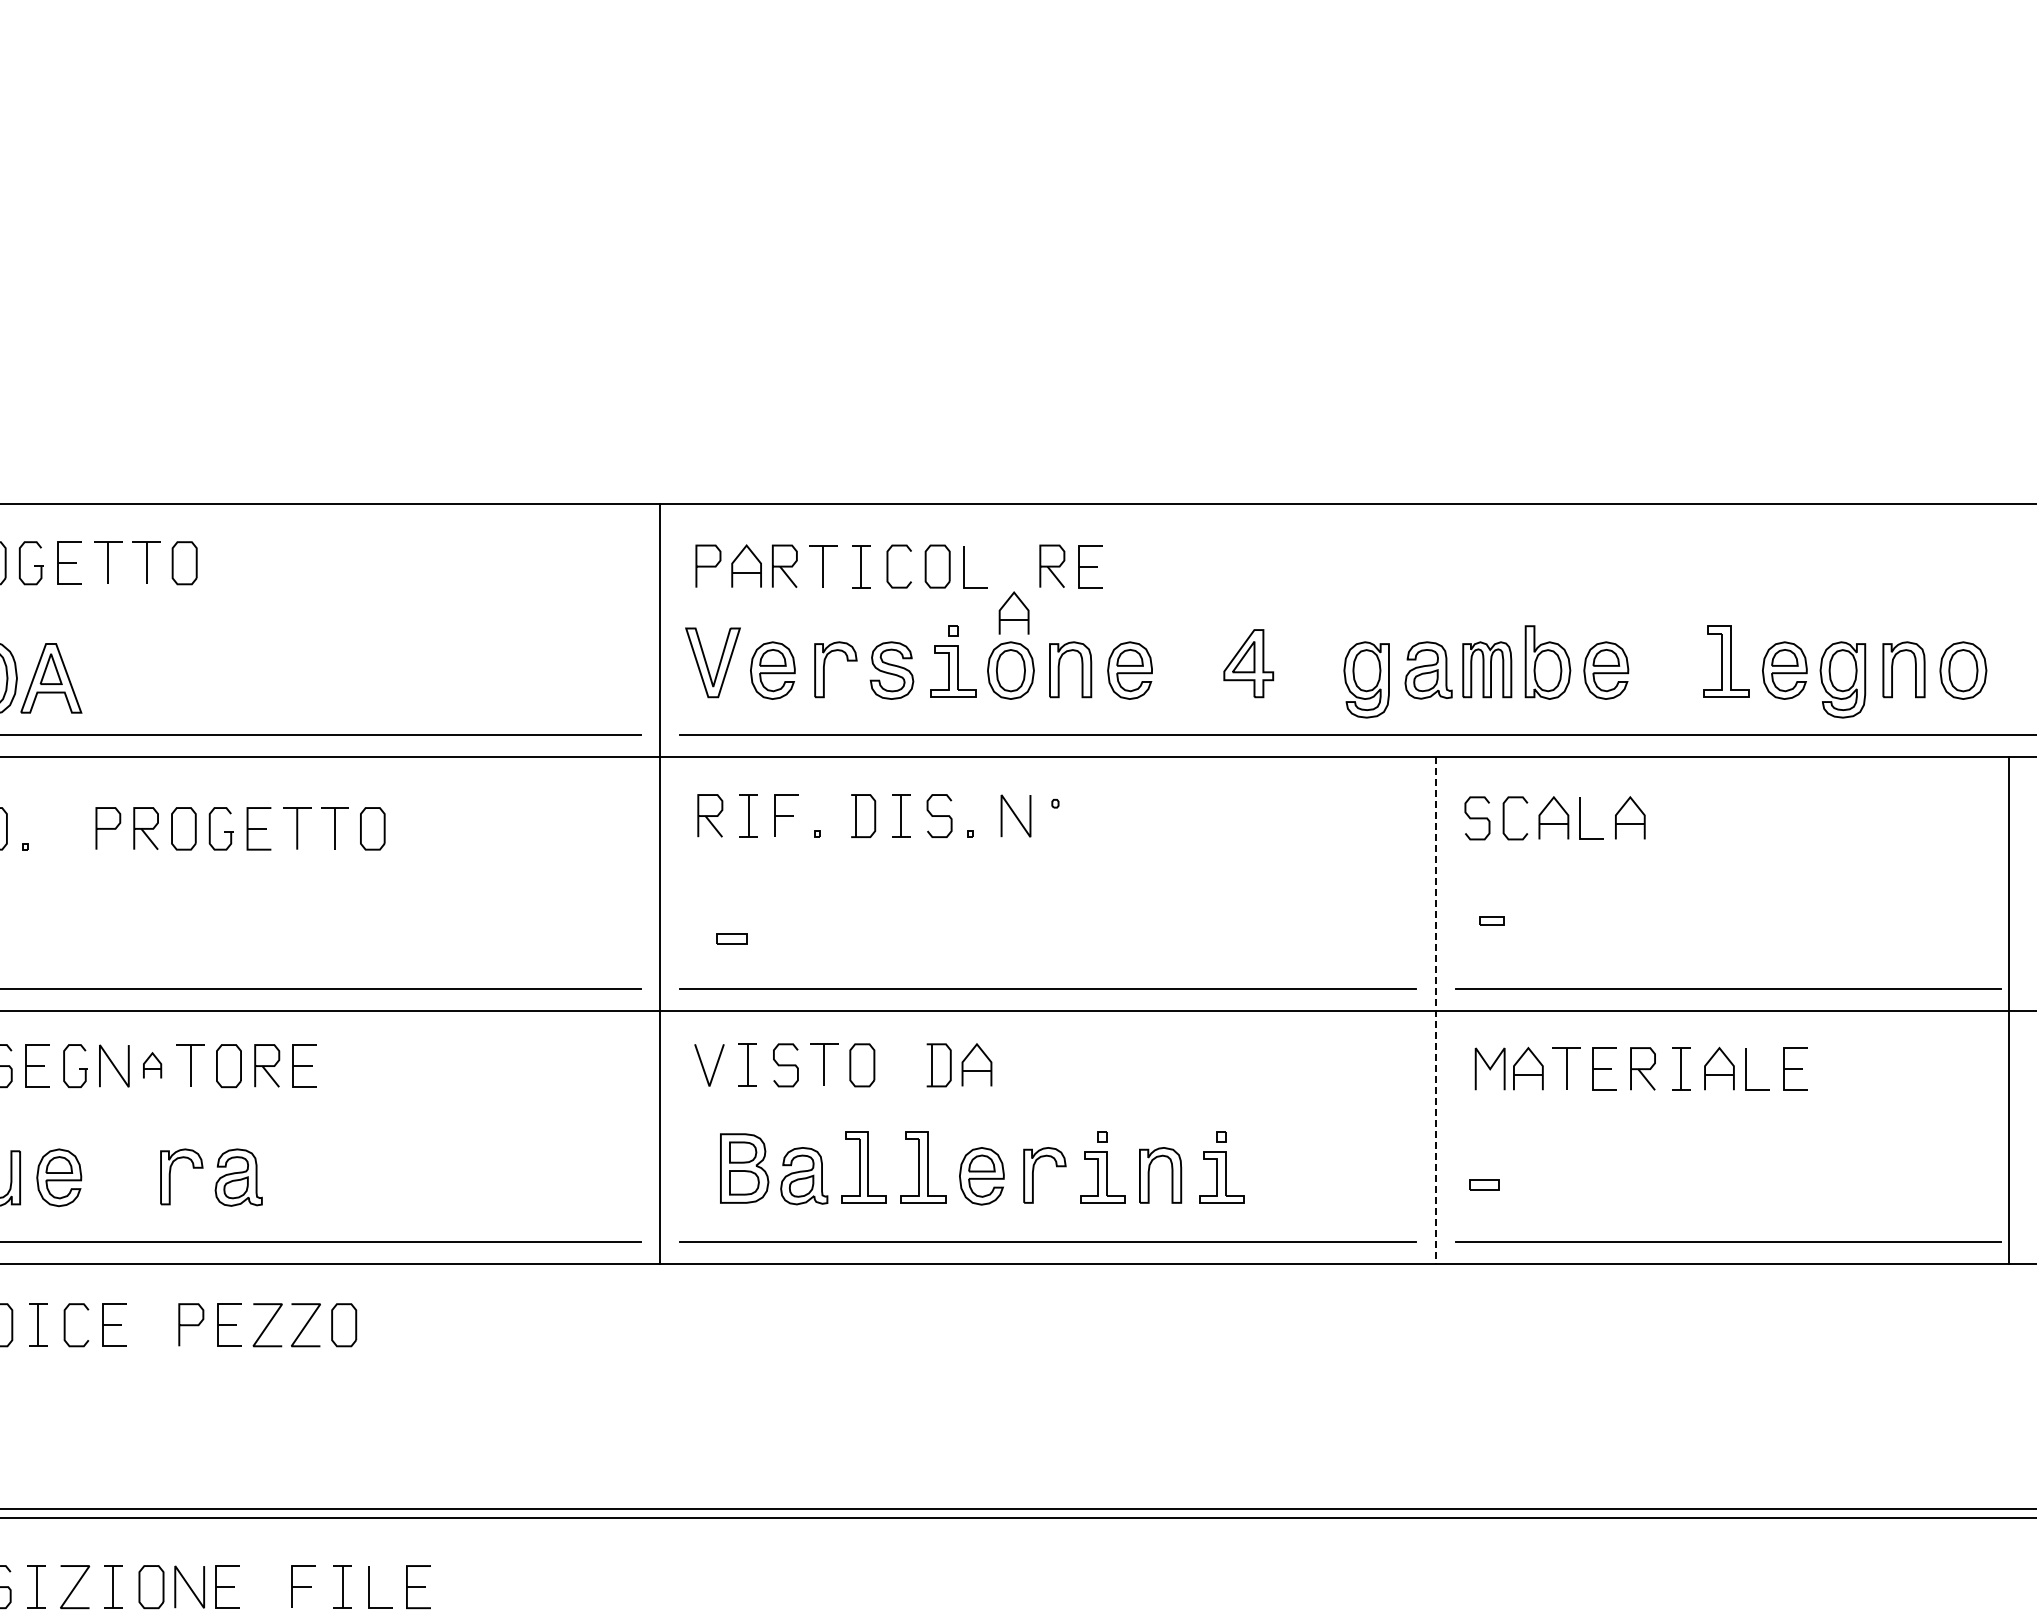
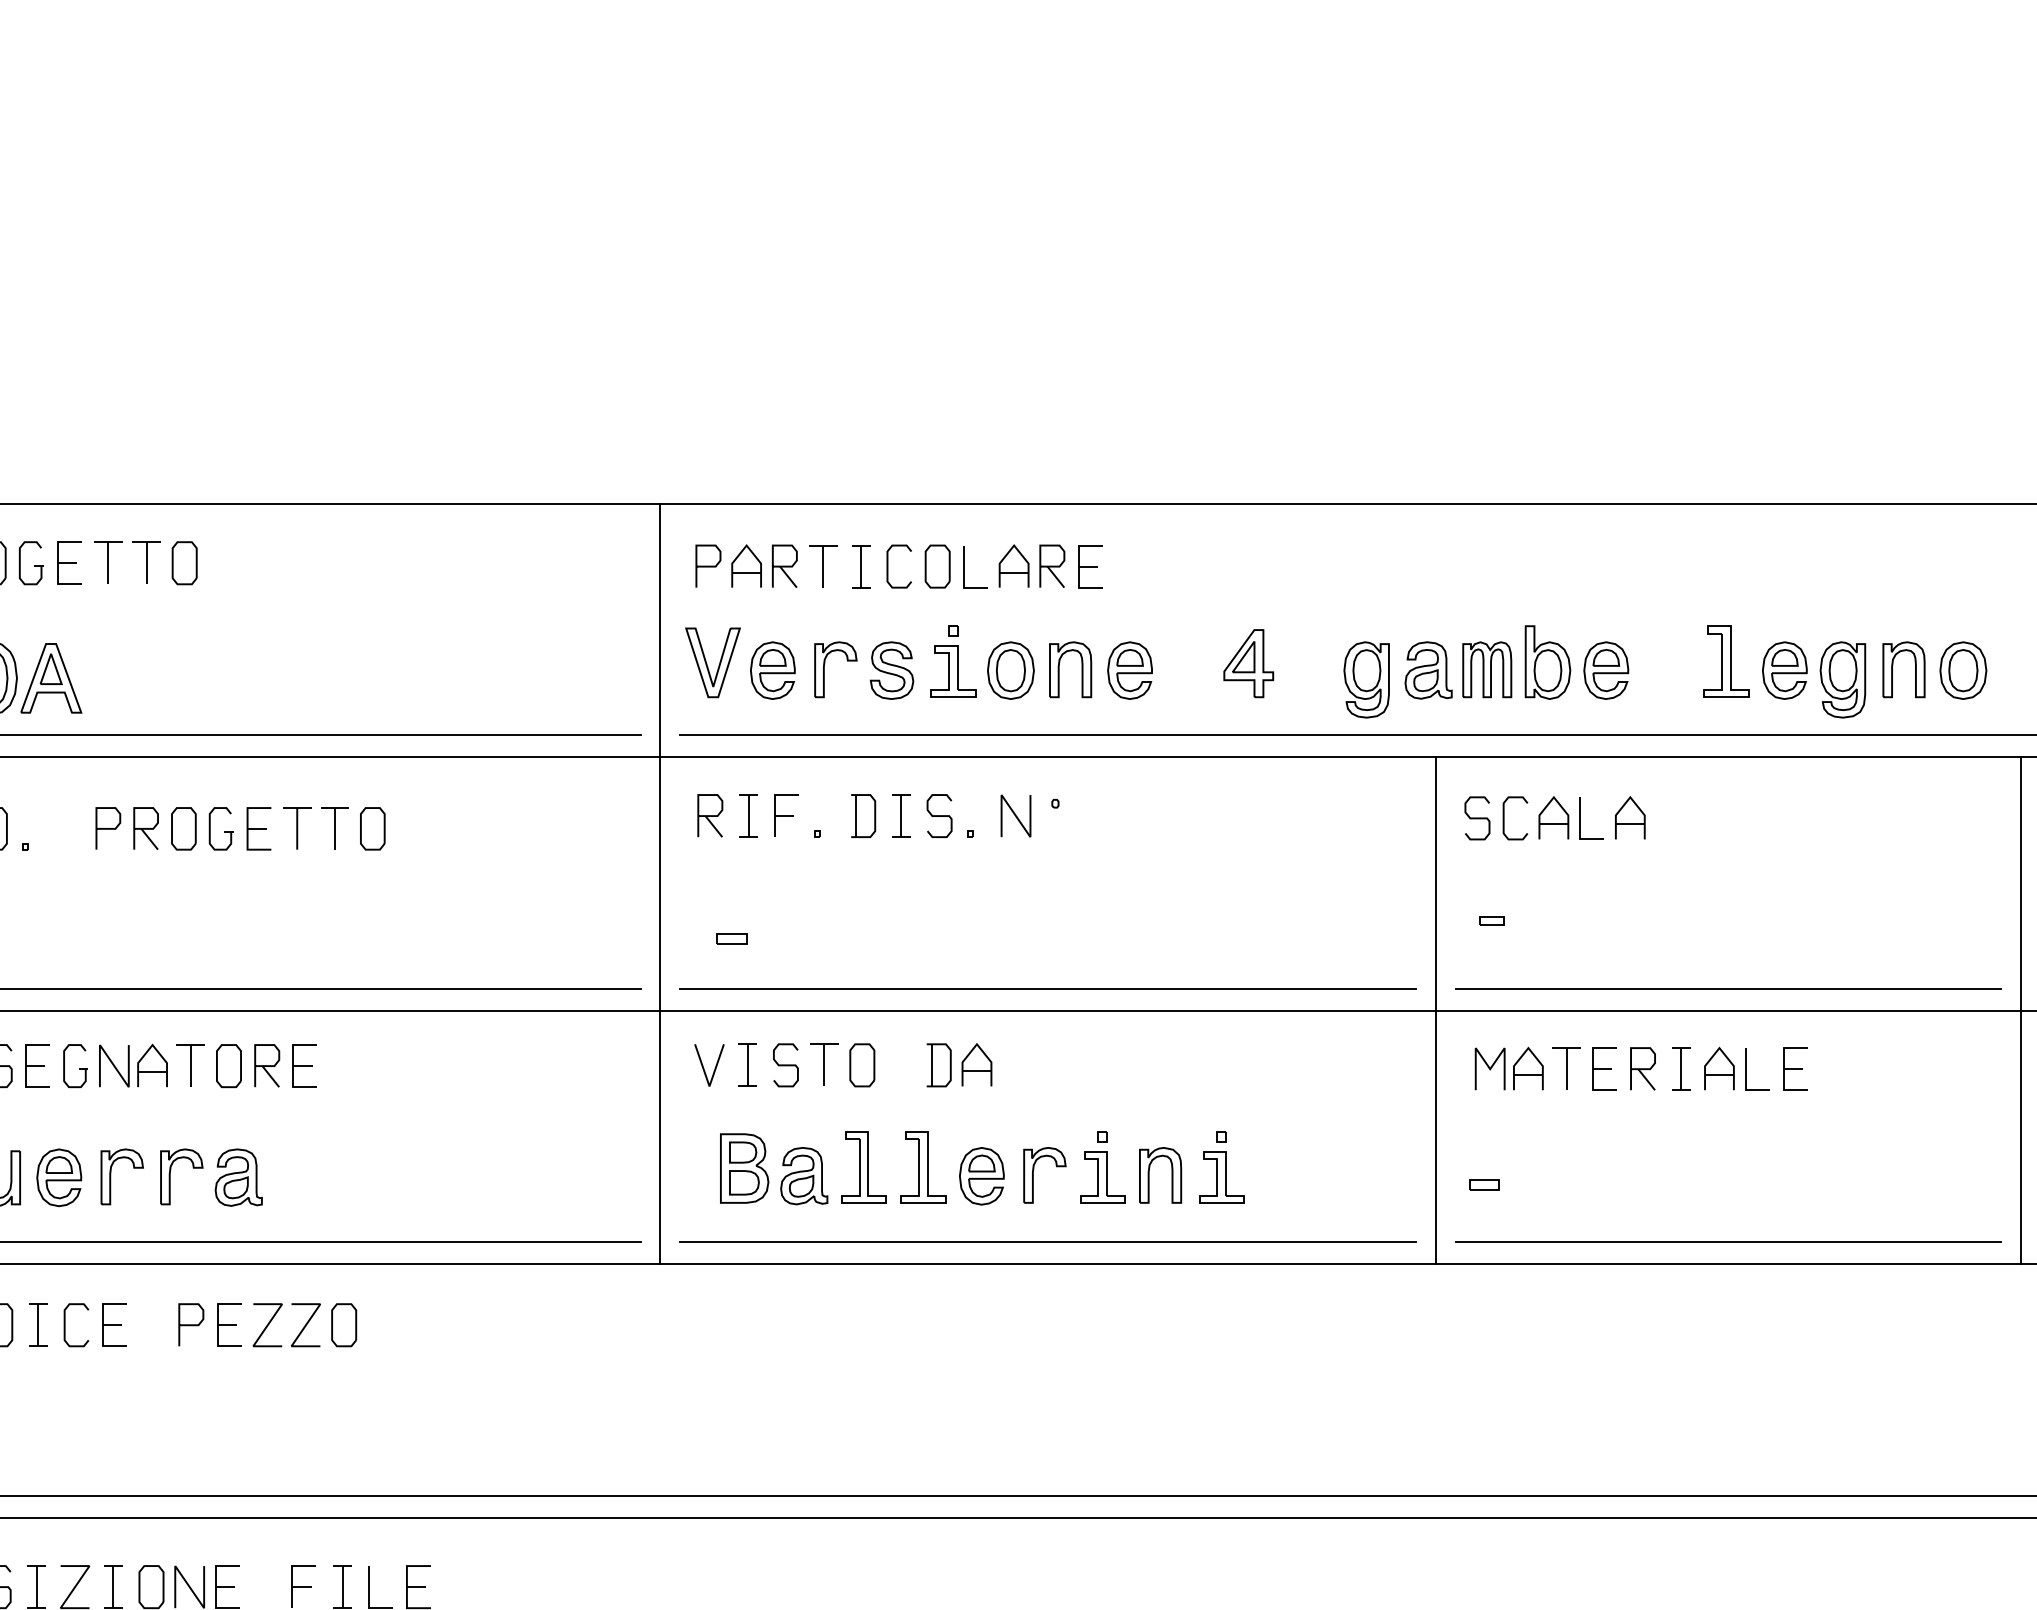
part at (1013, 612) position: (1013, 612) -> (1013, 565)
line at (1436, 1010): dashed -> solid
line at (2009, 1010) position: (2009, 1010) -> (2021, 1010)
part at (152, 1065) size: 20x27 px -> 31x45 px
part at (111, 1176): none -> present
line at (1017, 1508) position: (1017, 1508) -> (1017, 1495)
